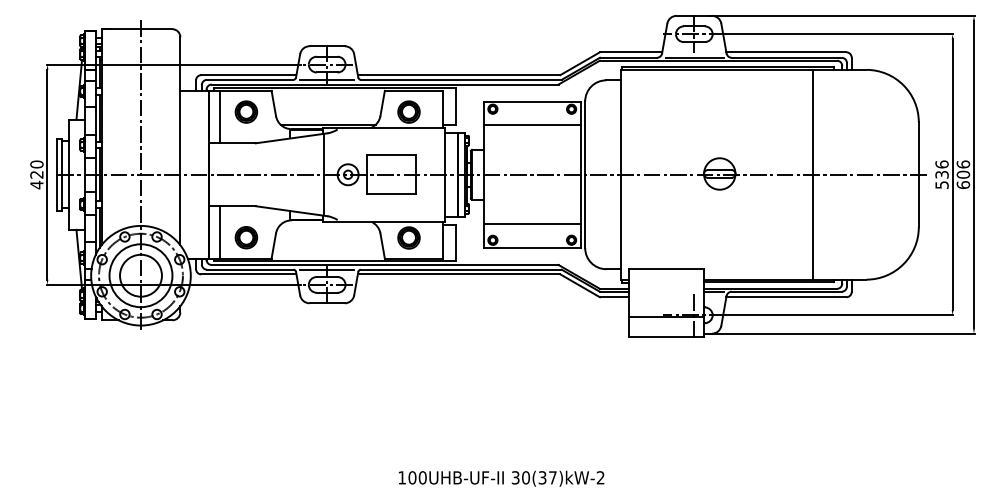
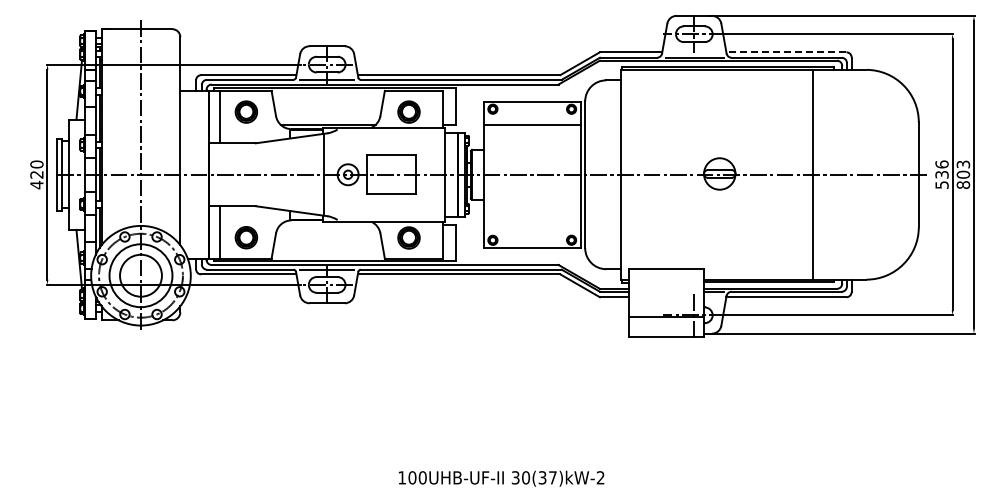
line at (785, 52): solid -> dashed
text at (963, 174): 606 -> 803
line at (531, 224): present -> none
